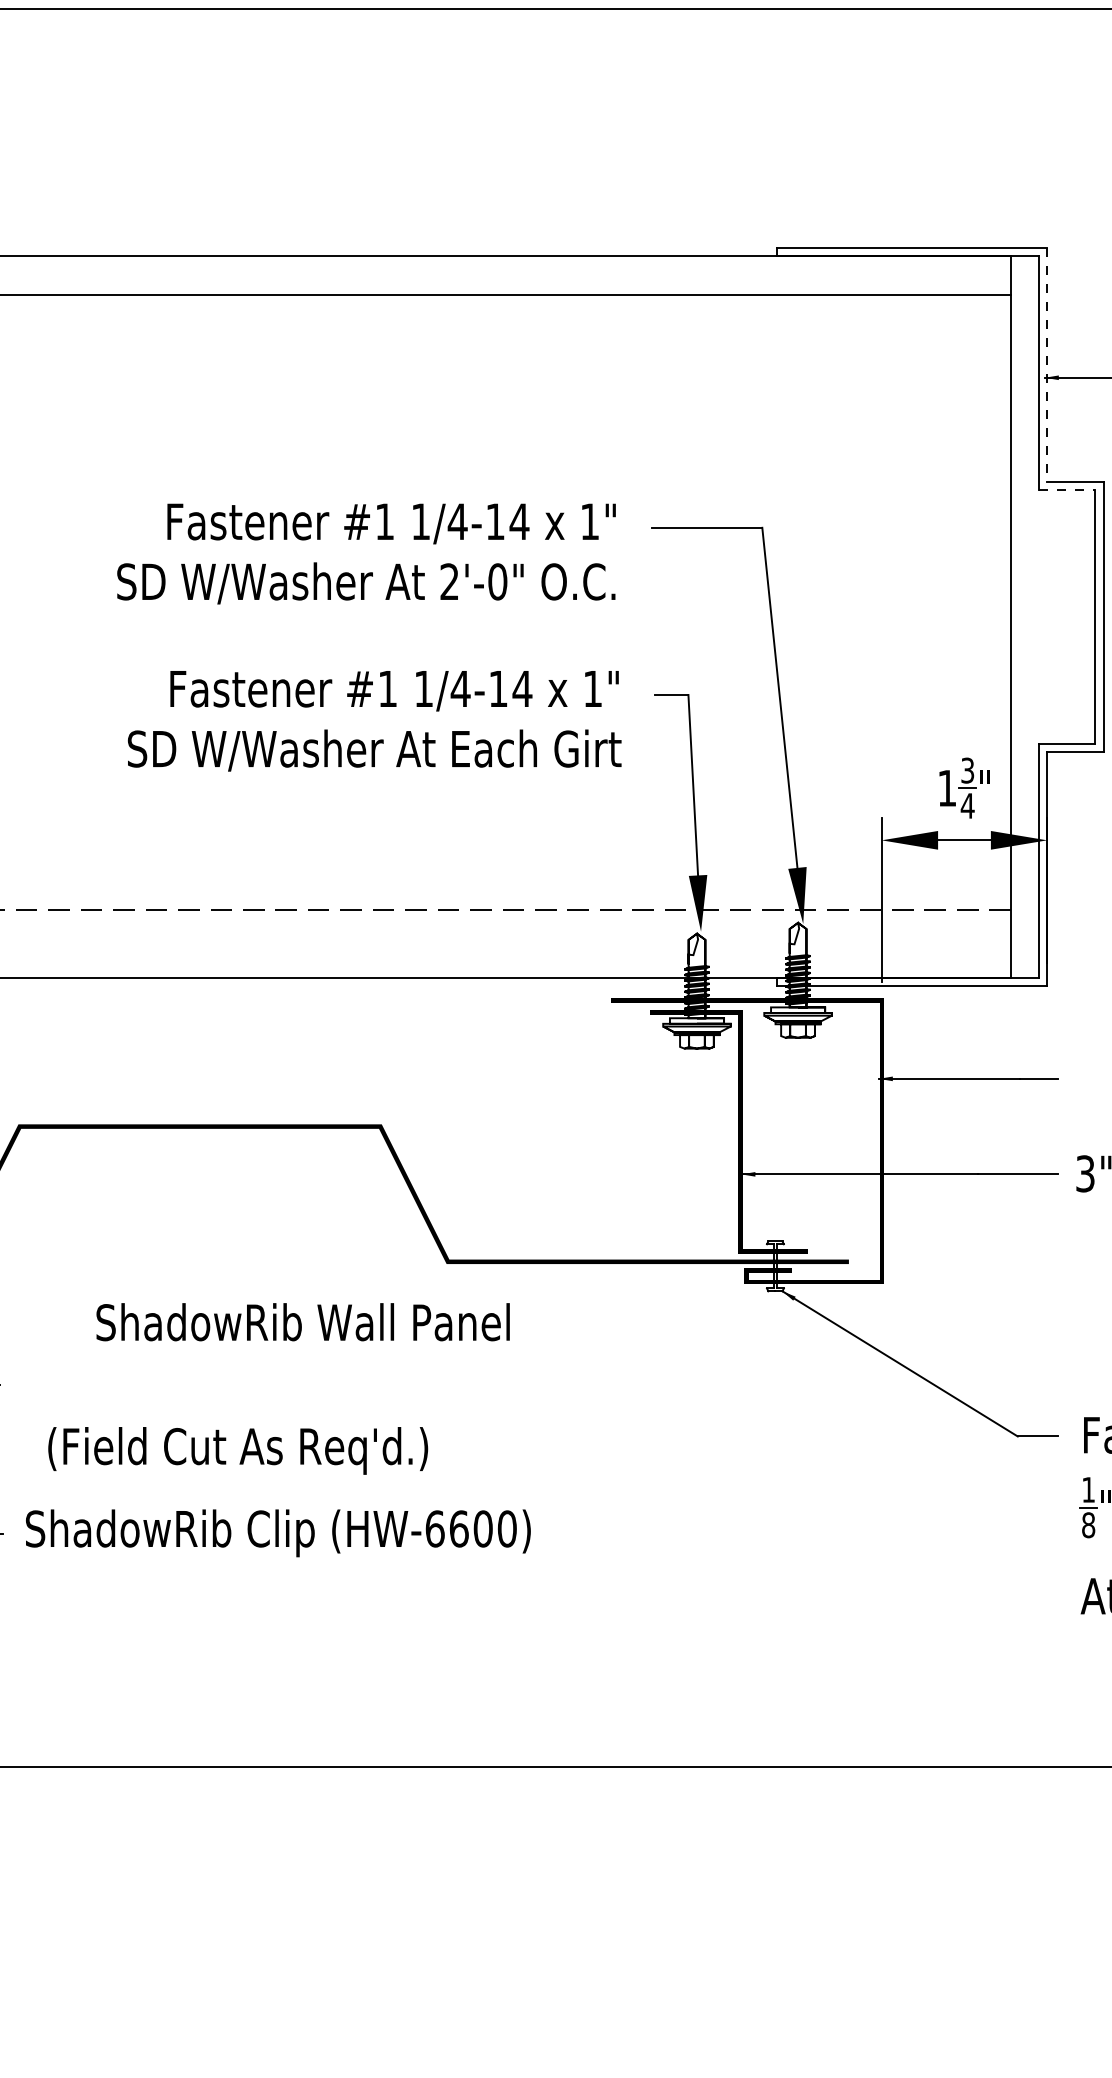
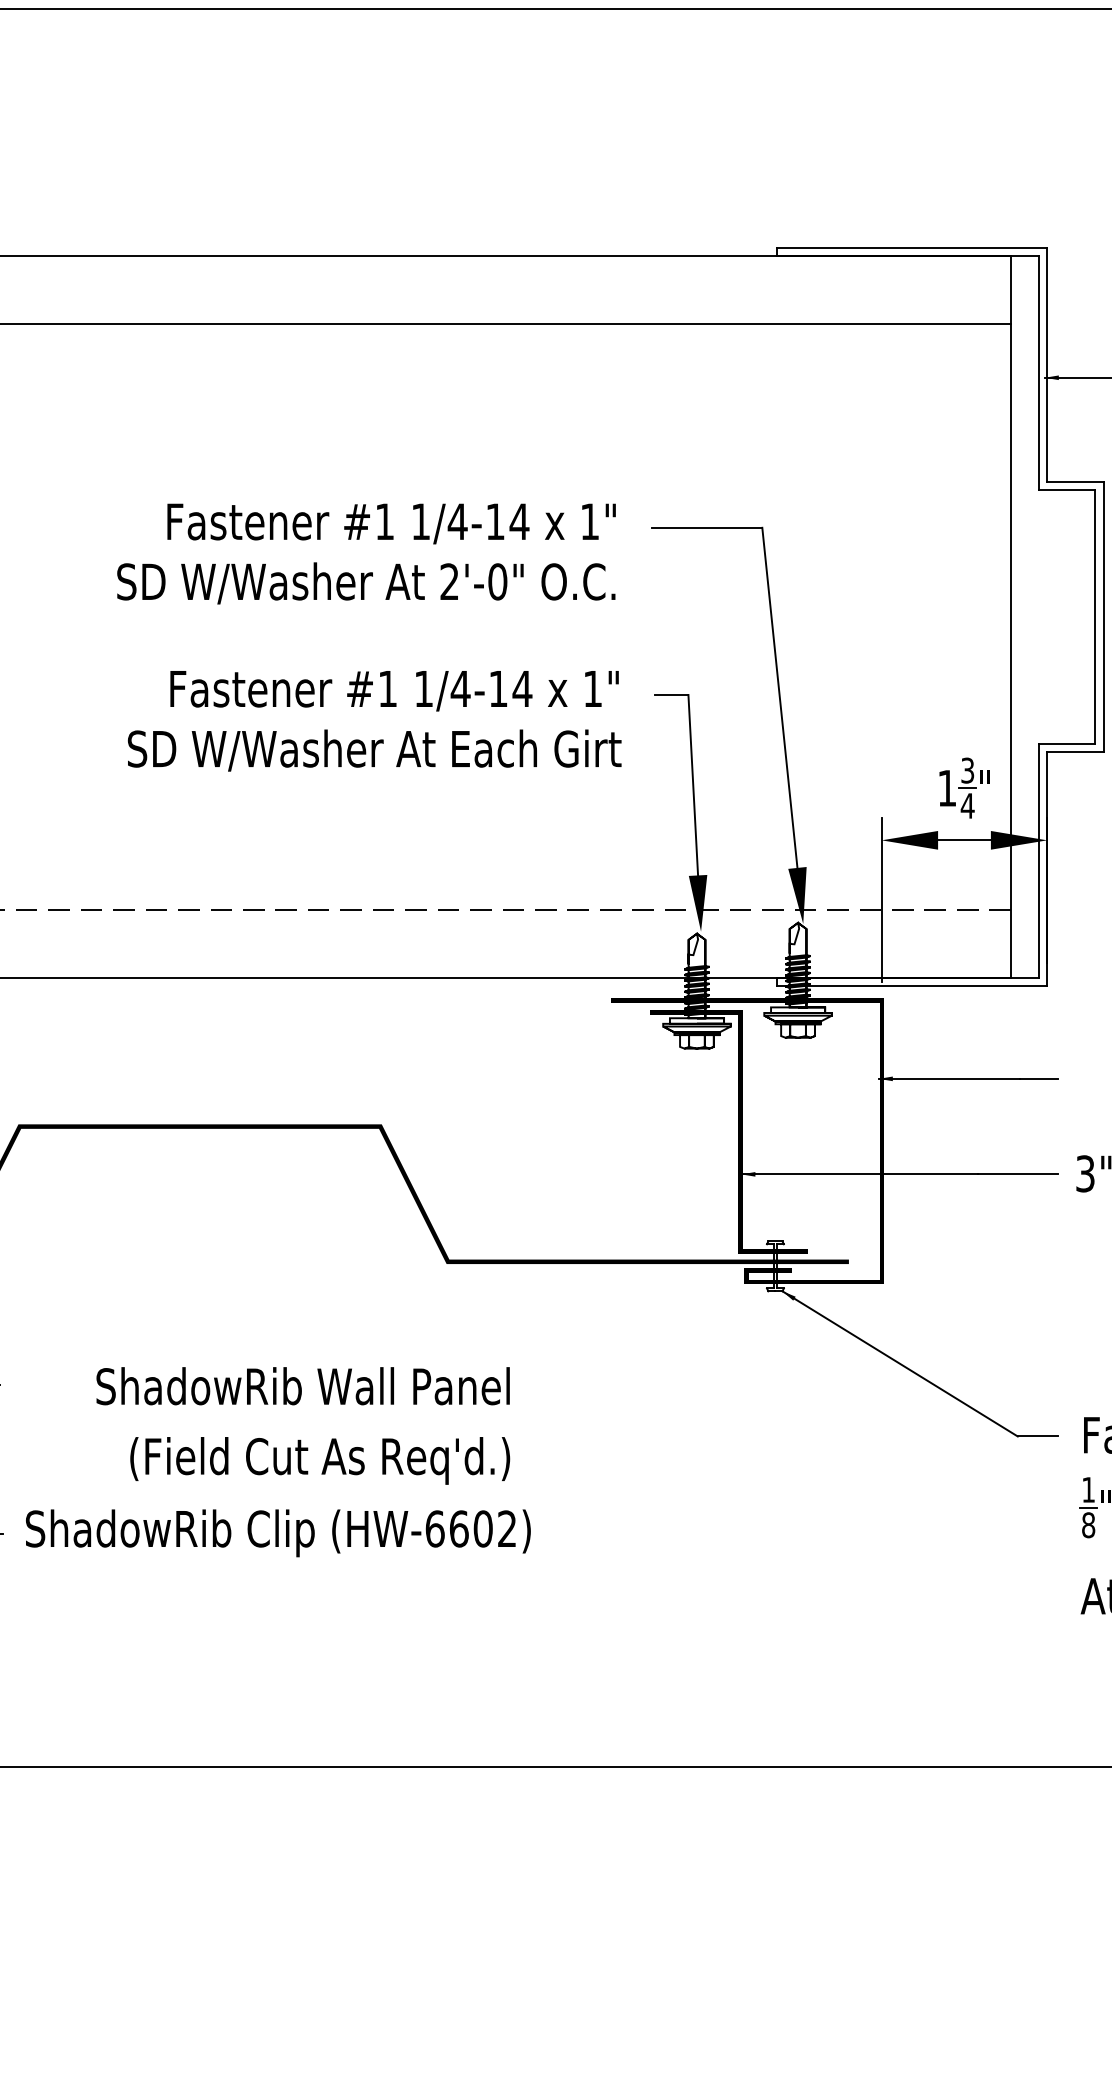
line at (506, 295) position: (506, 295) -> (506, 324)
line at (1047, 364): dashed -> solid
line at (1067, 490): dashed -> solid
text at (302, 1322) position: (302, 1322) -> (302, 1386)
text at (238, 1450) position: (238, 1450) -> (320, 1460)
text at (506, 1528): (HW-6600) -> (HW-6602)
